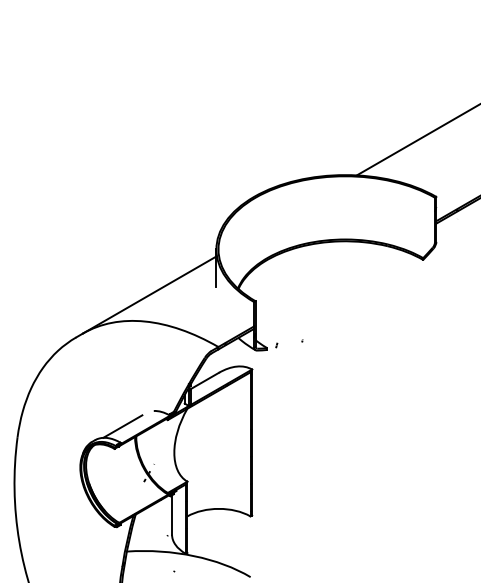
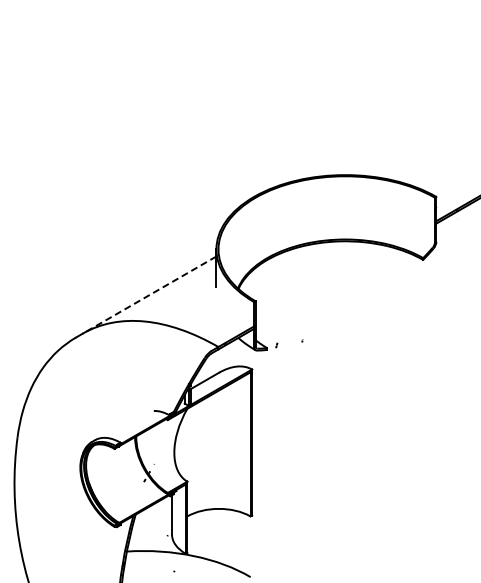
line at (416, 140): present -> none
line at (149, 295): solid -> dashed
line at (122, 426): present -> none
